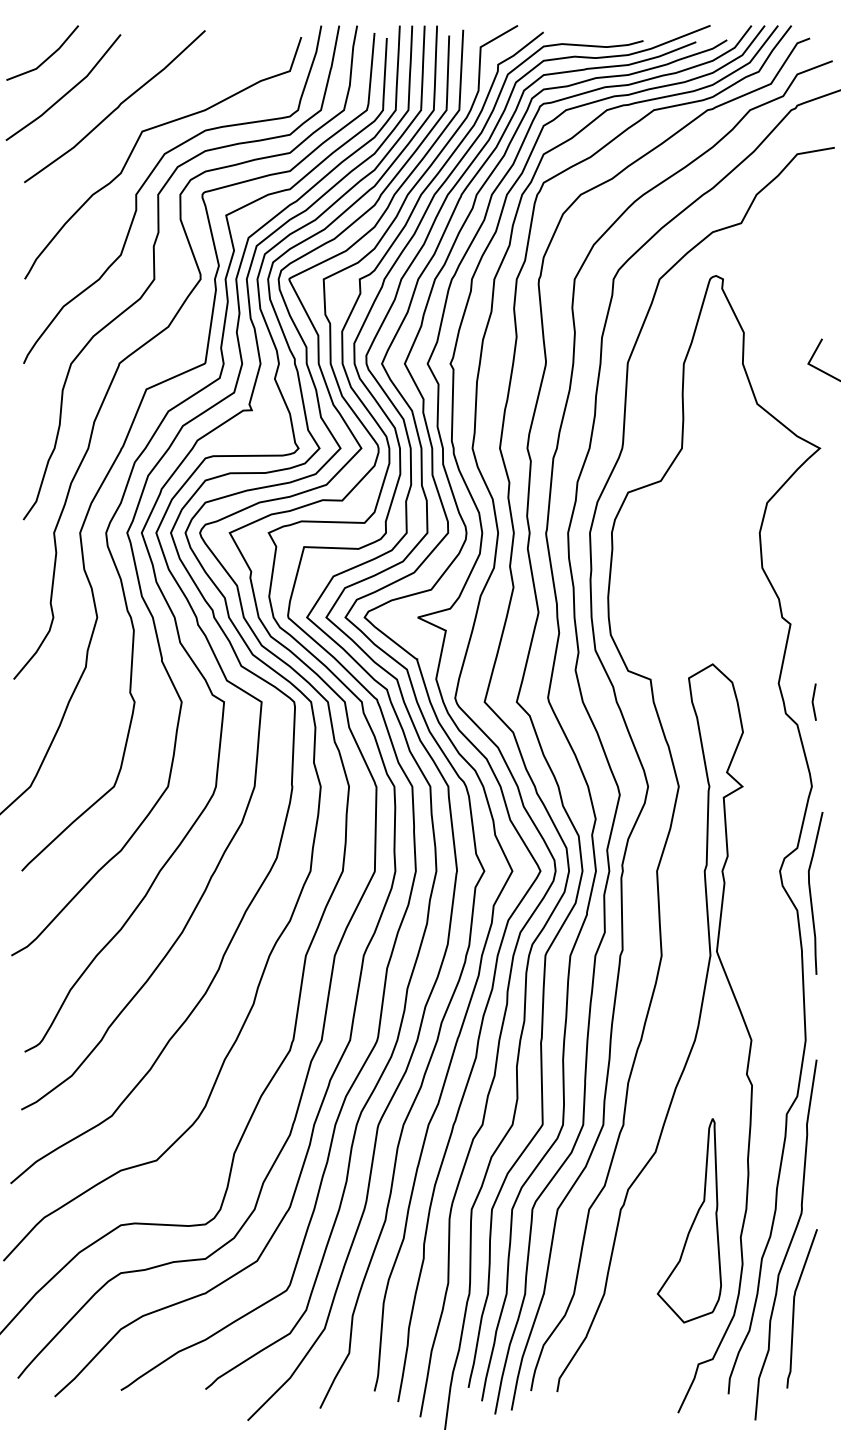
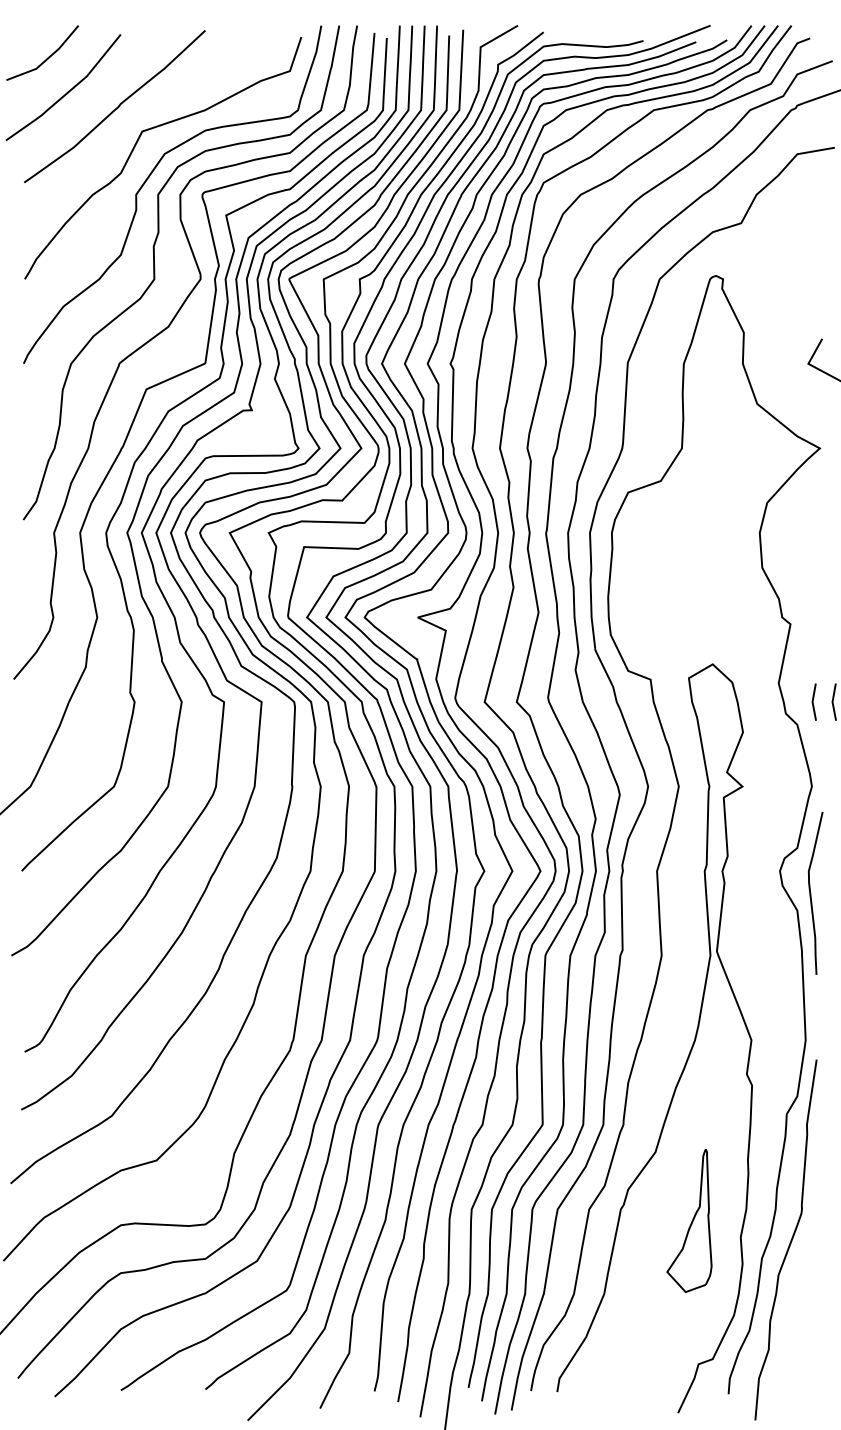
line at (833, 701): none -> present
part at (689, 1220) size: 65x206 px -> 47x144 px
curve at (794, 1308): present -> none
